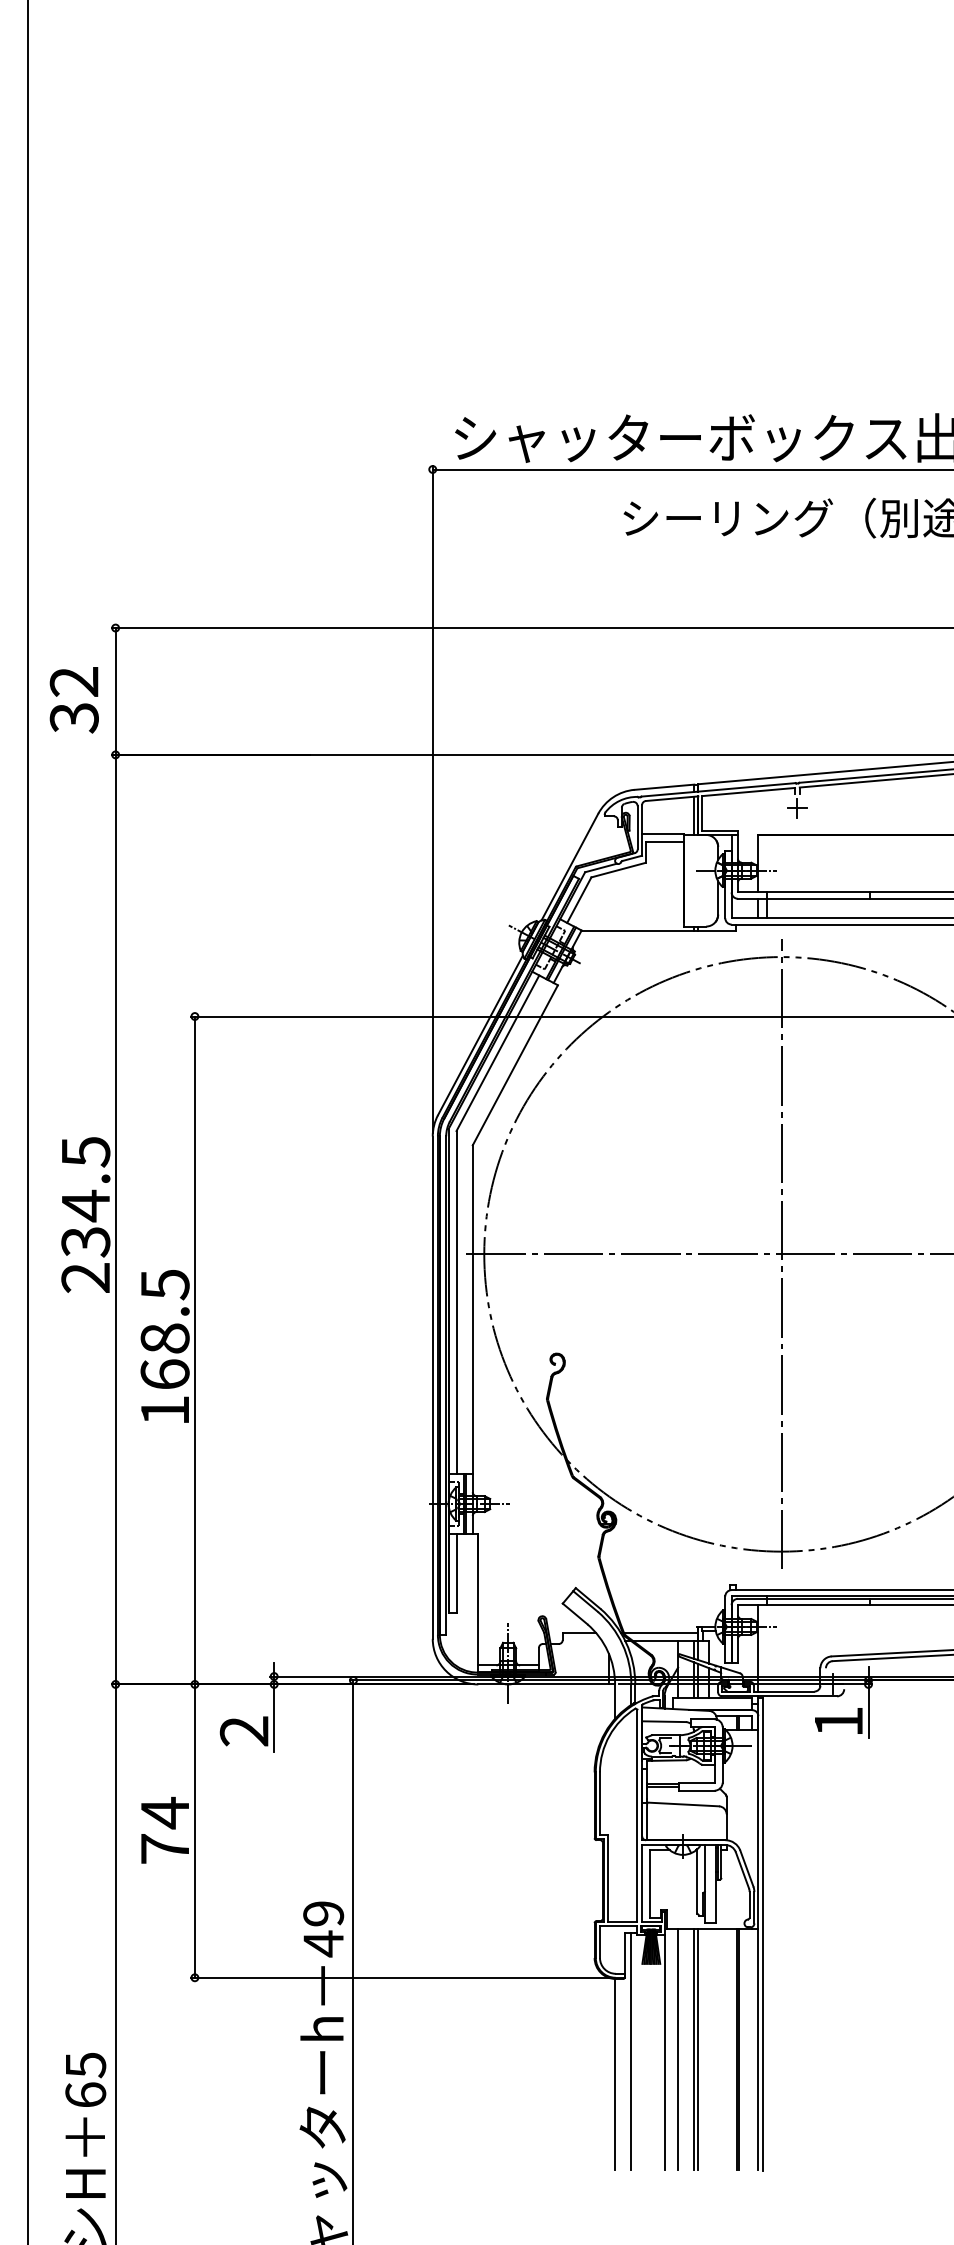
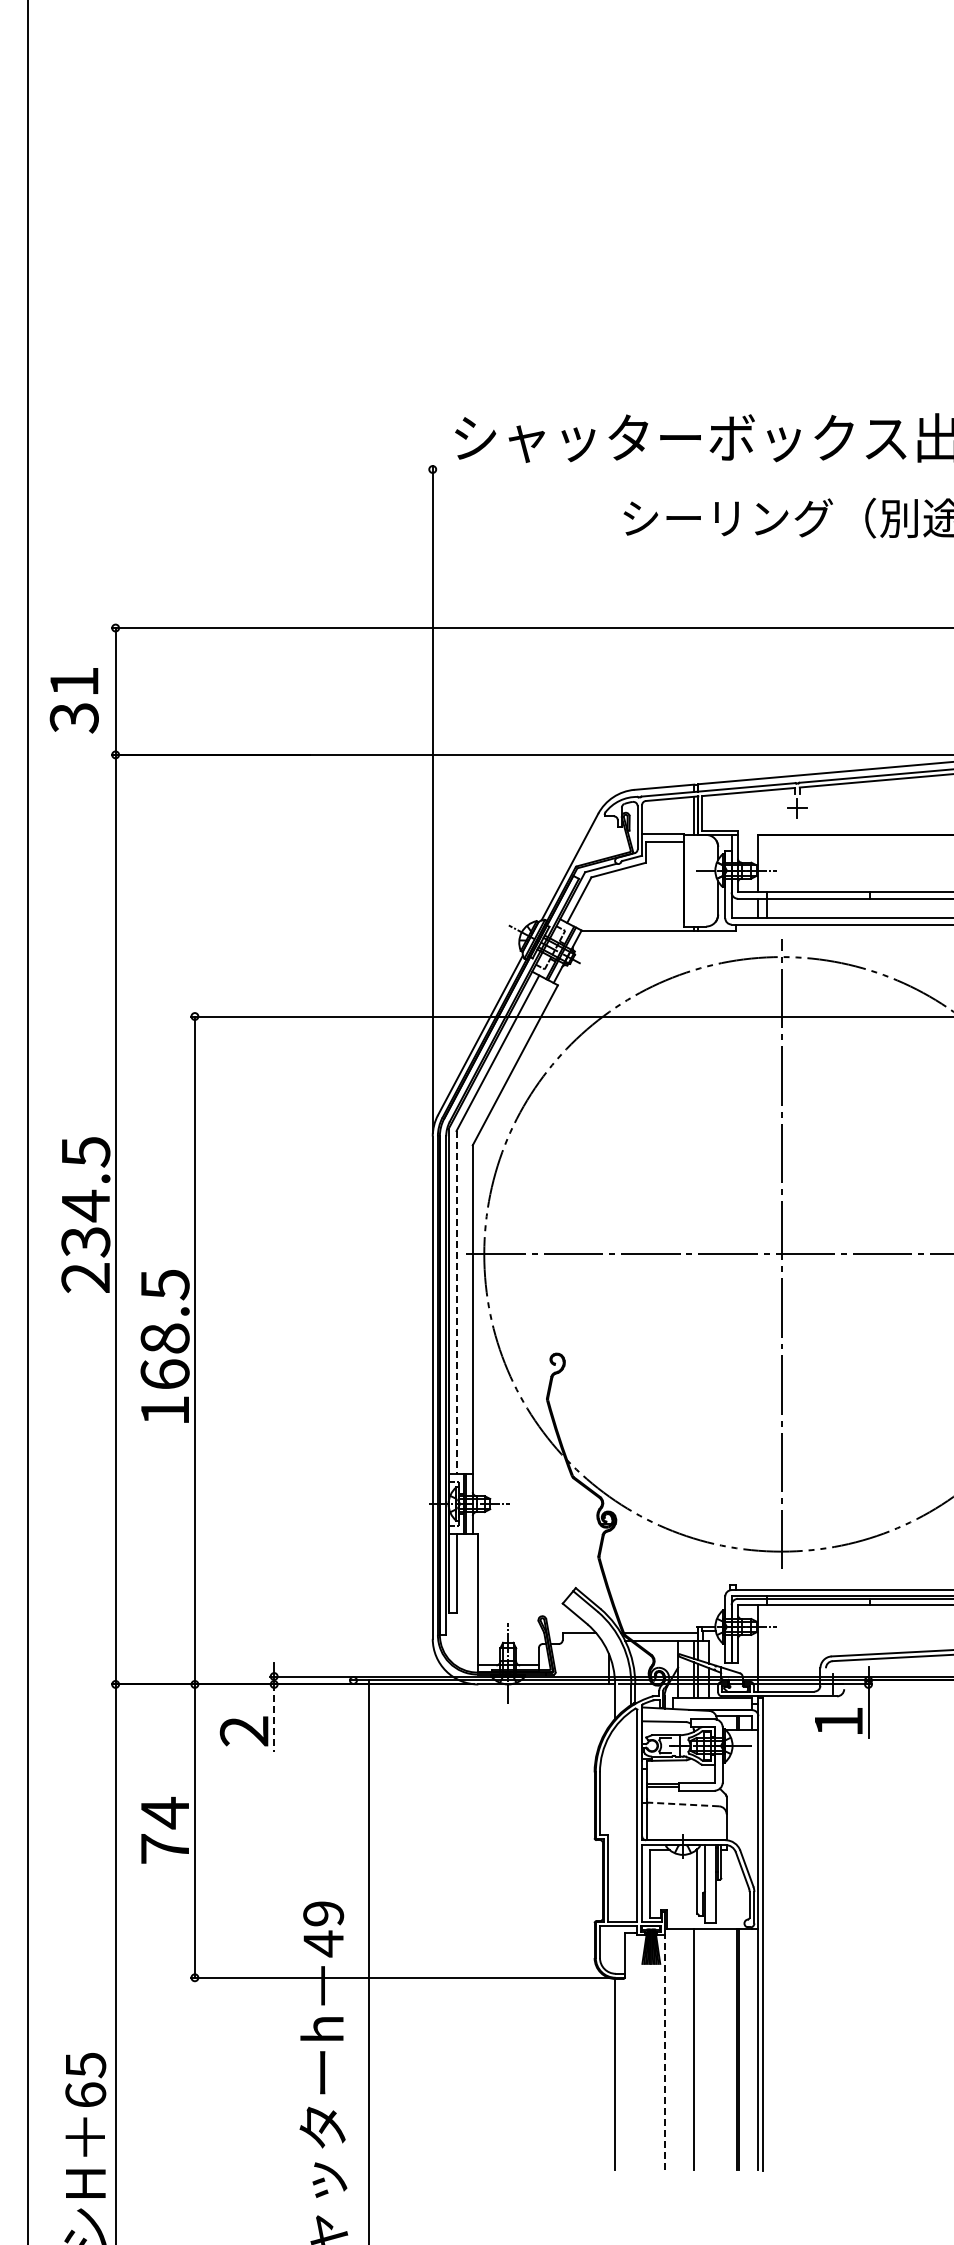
line at (691, 469): present -> none
text at (73, 681): 32 -> 31
line at (456, 1302): solid -> dashed
line at (274, 1718): solid -> dashed
line at (682, 1804): solid -> dashed
line at (353, 1960) position: (353, 1960) -> (369, 1960)
line at (678, 2049): present -> none
line at (698, 2049): present -> none
line at (631, 2051): present -> none
line at (664, 2052): solid -> dashed
